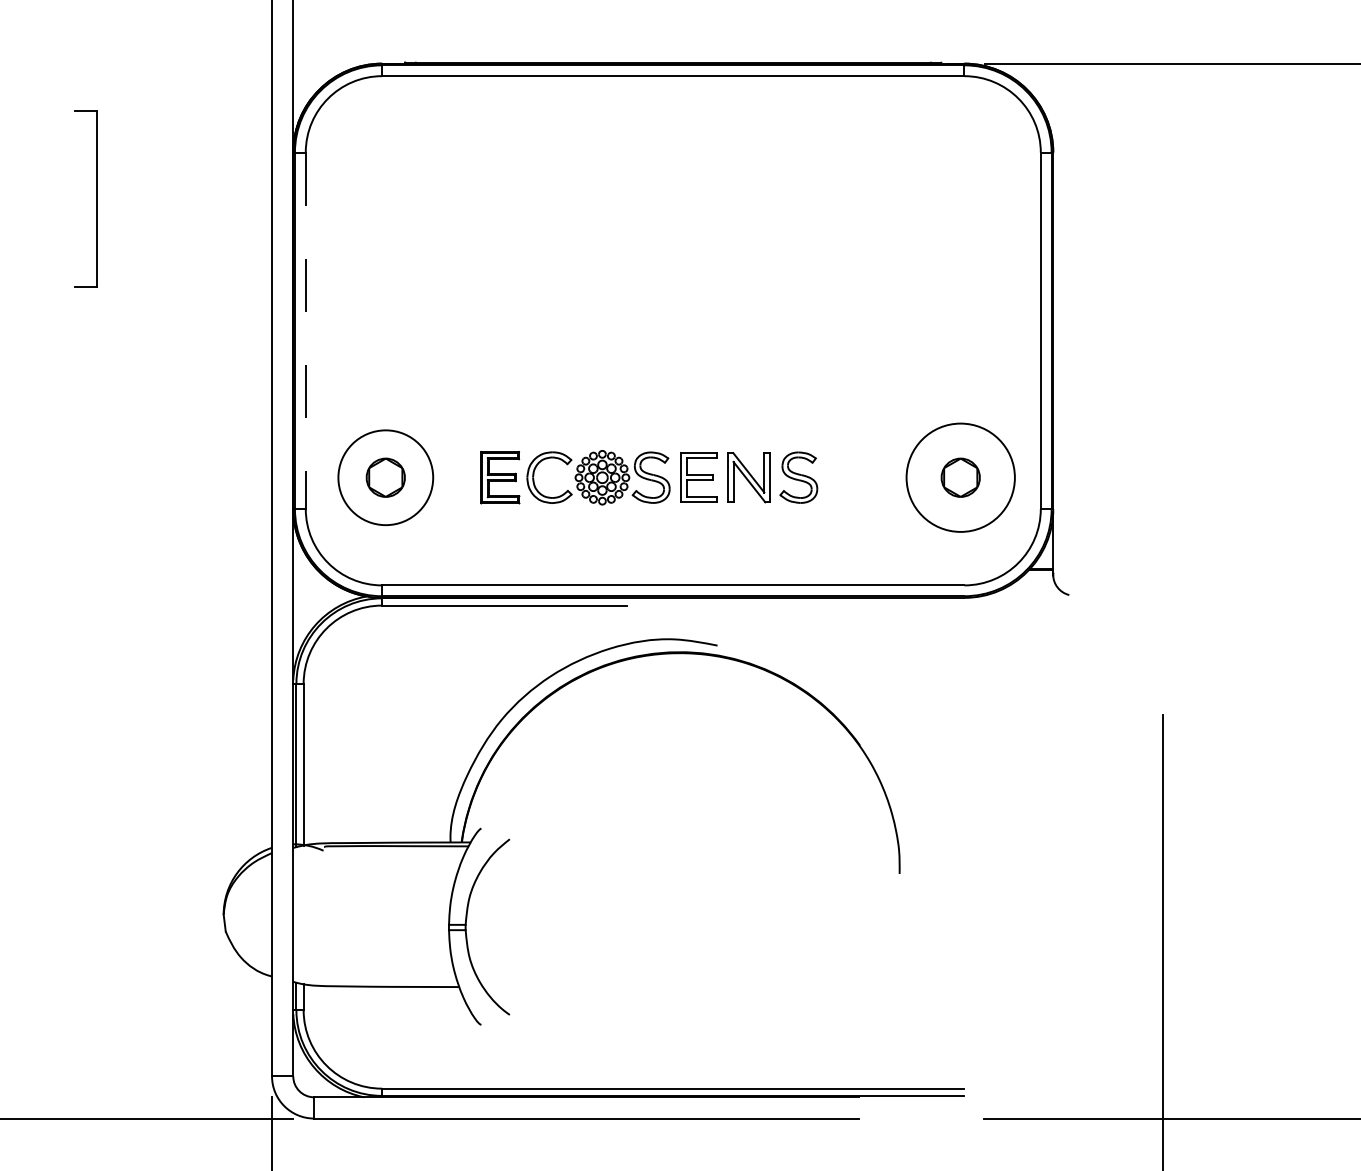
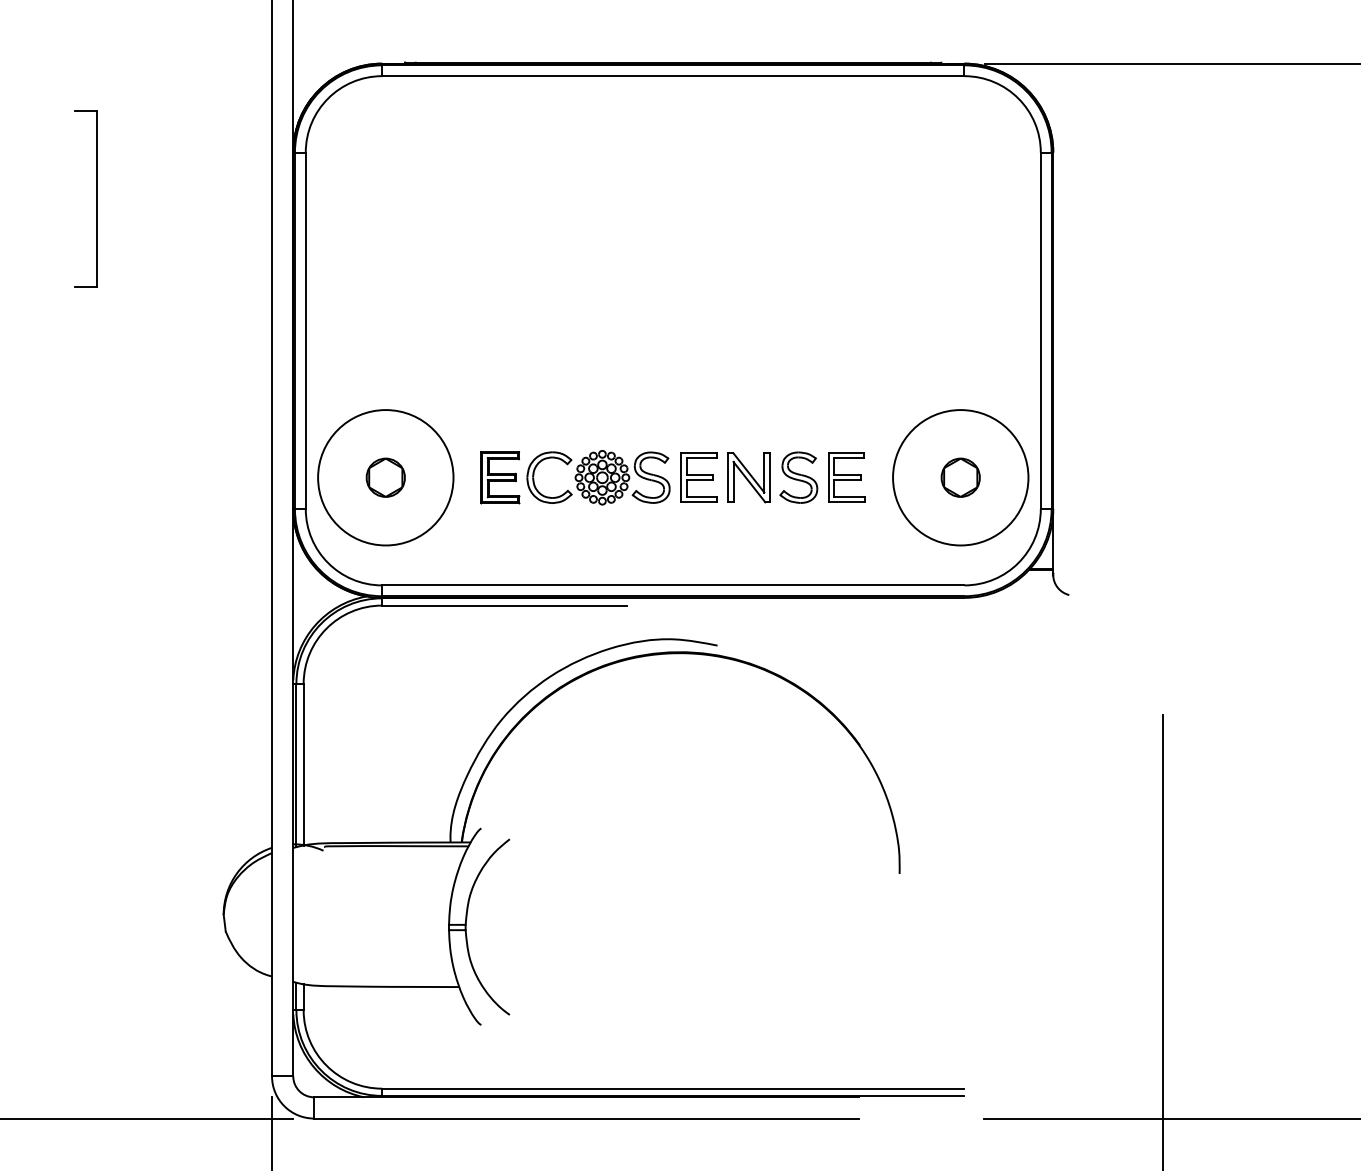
line at (305, 331): dashed -> solid
circle at (385, 477) diameter: 95 px -> 135 px
part at (846, 477): none -> present
circle at (960, 477) diameter: 108 px -> 135 px
